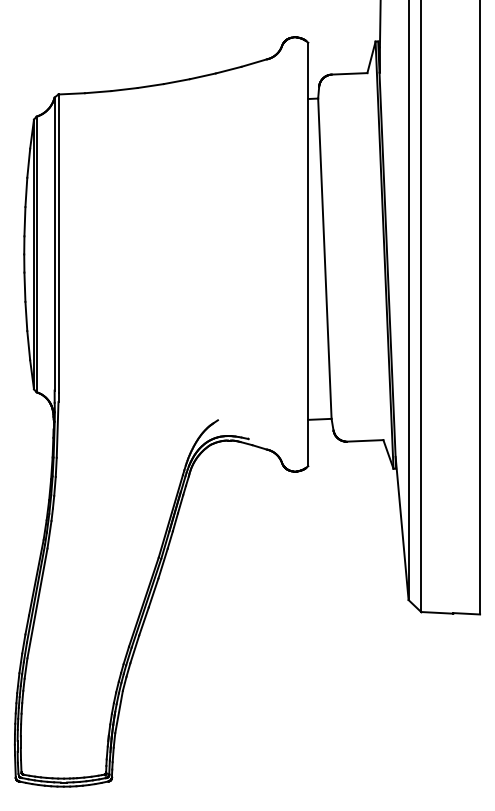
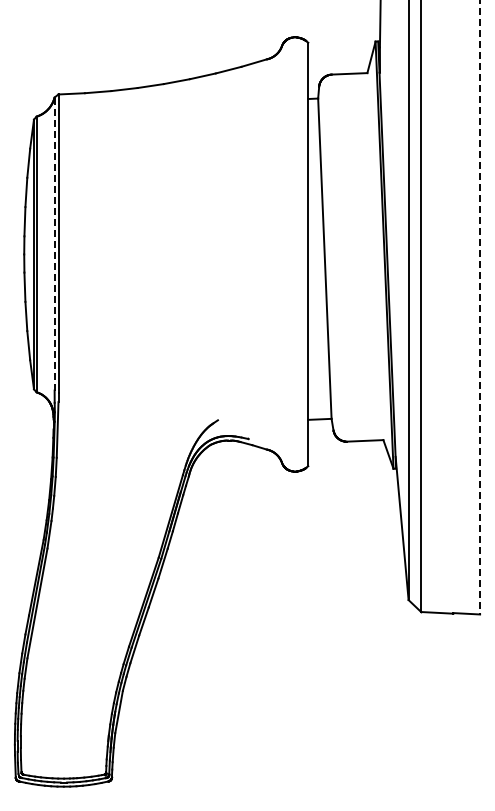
line at (54, 244): solid -> dashed
line at (480, 307): solid -> dashed
